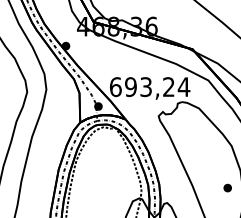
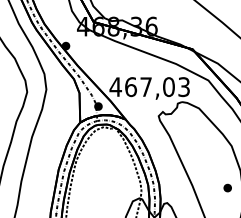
text at (149, 87): 693,24 -> 467,03
